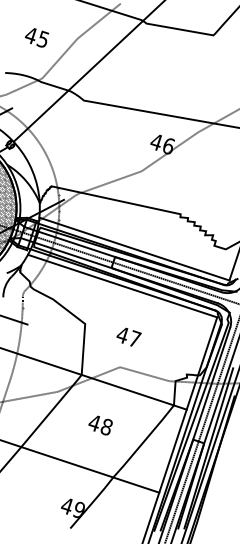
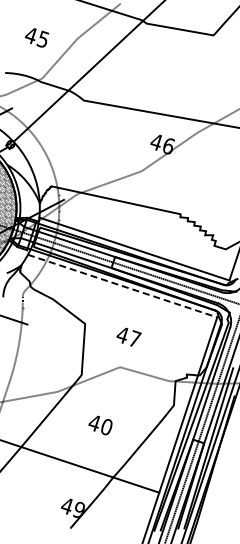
line at (122, 286): solid -> dashed
line at (94, 378): present -> none
text at (106, 426): 48 -> 40
